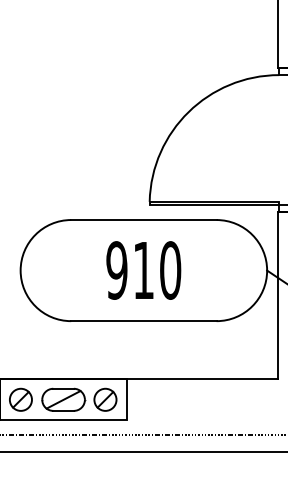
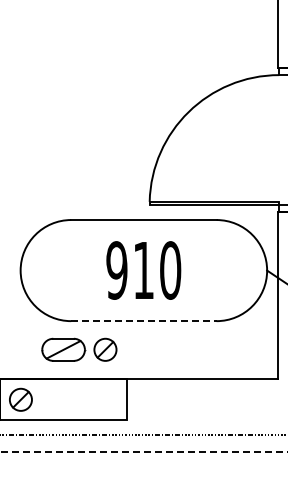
line at (143, 321): solid -> dashed
part at (79, 399) position: (79, 399) -> (79, 349)
line at (143, 451): solid -> dashed
